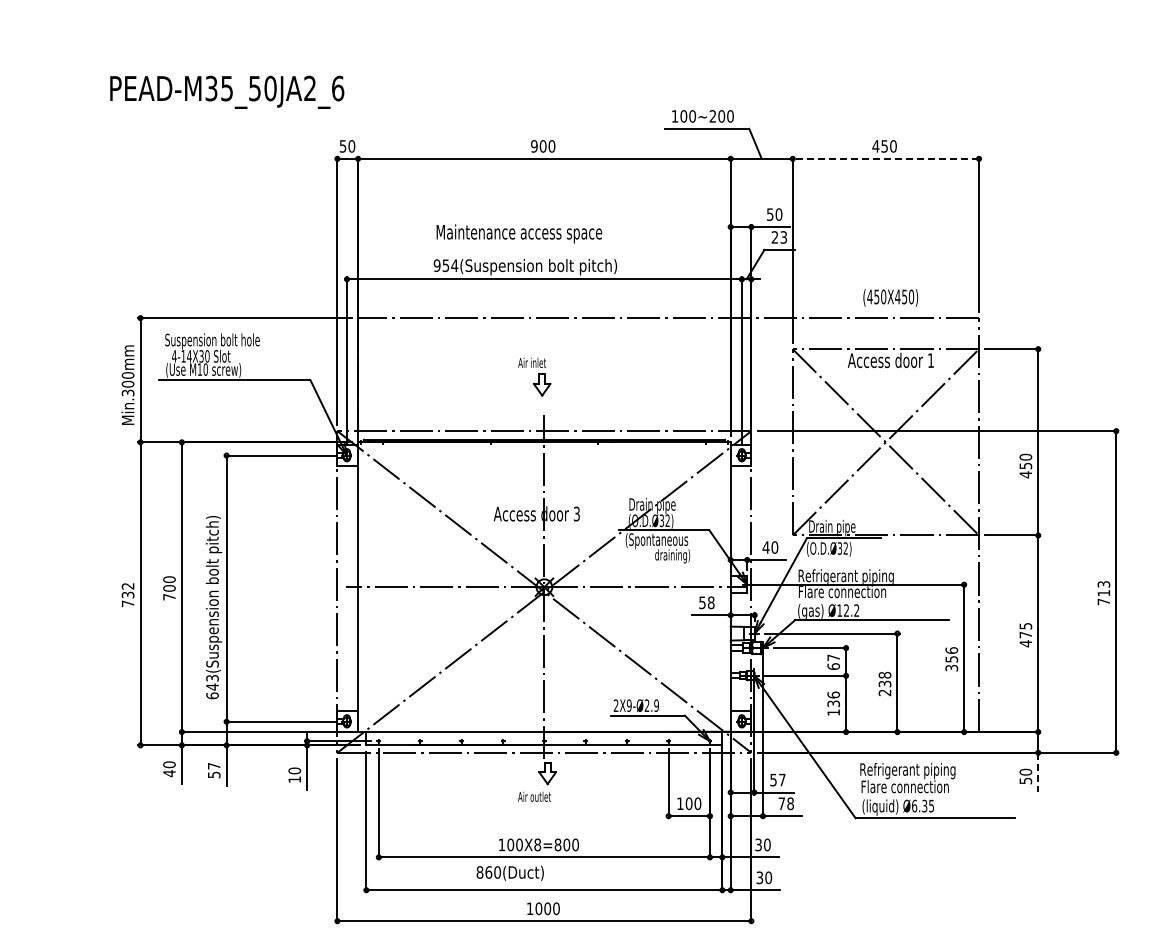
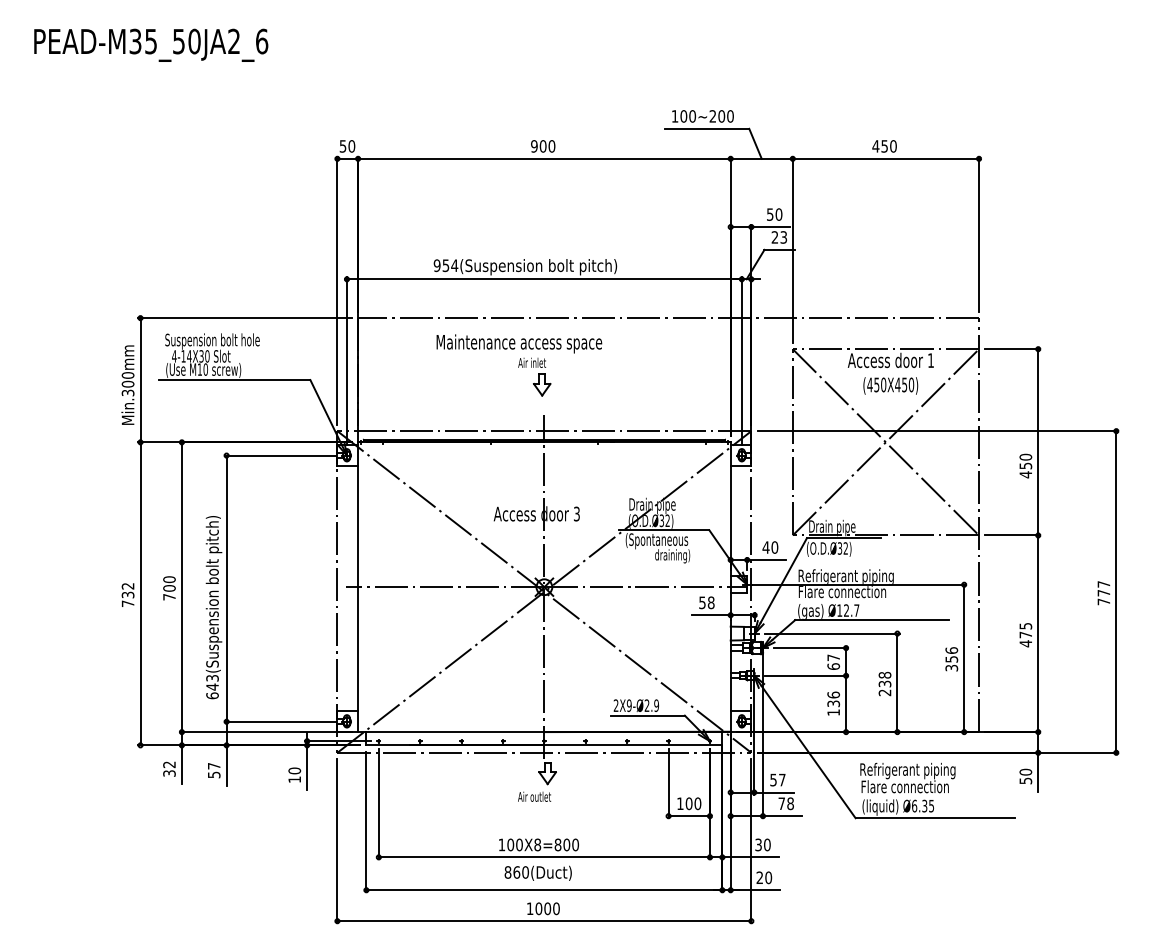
text at (227, 91) position: (227, 91) -> (151, 44)
line at (885, 158): dashed -> solid
text at (519, 233) position: (519, 233) -> (519, 343)
text at (890, 297) position: (890, 297) -> (890, 385)
text at (1103, 588): 713 -> 777
text at (856, 610): Ø12.2 -> Ø12.7
text at (169, 769): 40 -> 32
line at (1038, 772): dashed -> solid
text at (509, 872) position: (509, 872) -> (537, 872)
text at (759, 878): 30 -> 20
